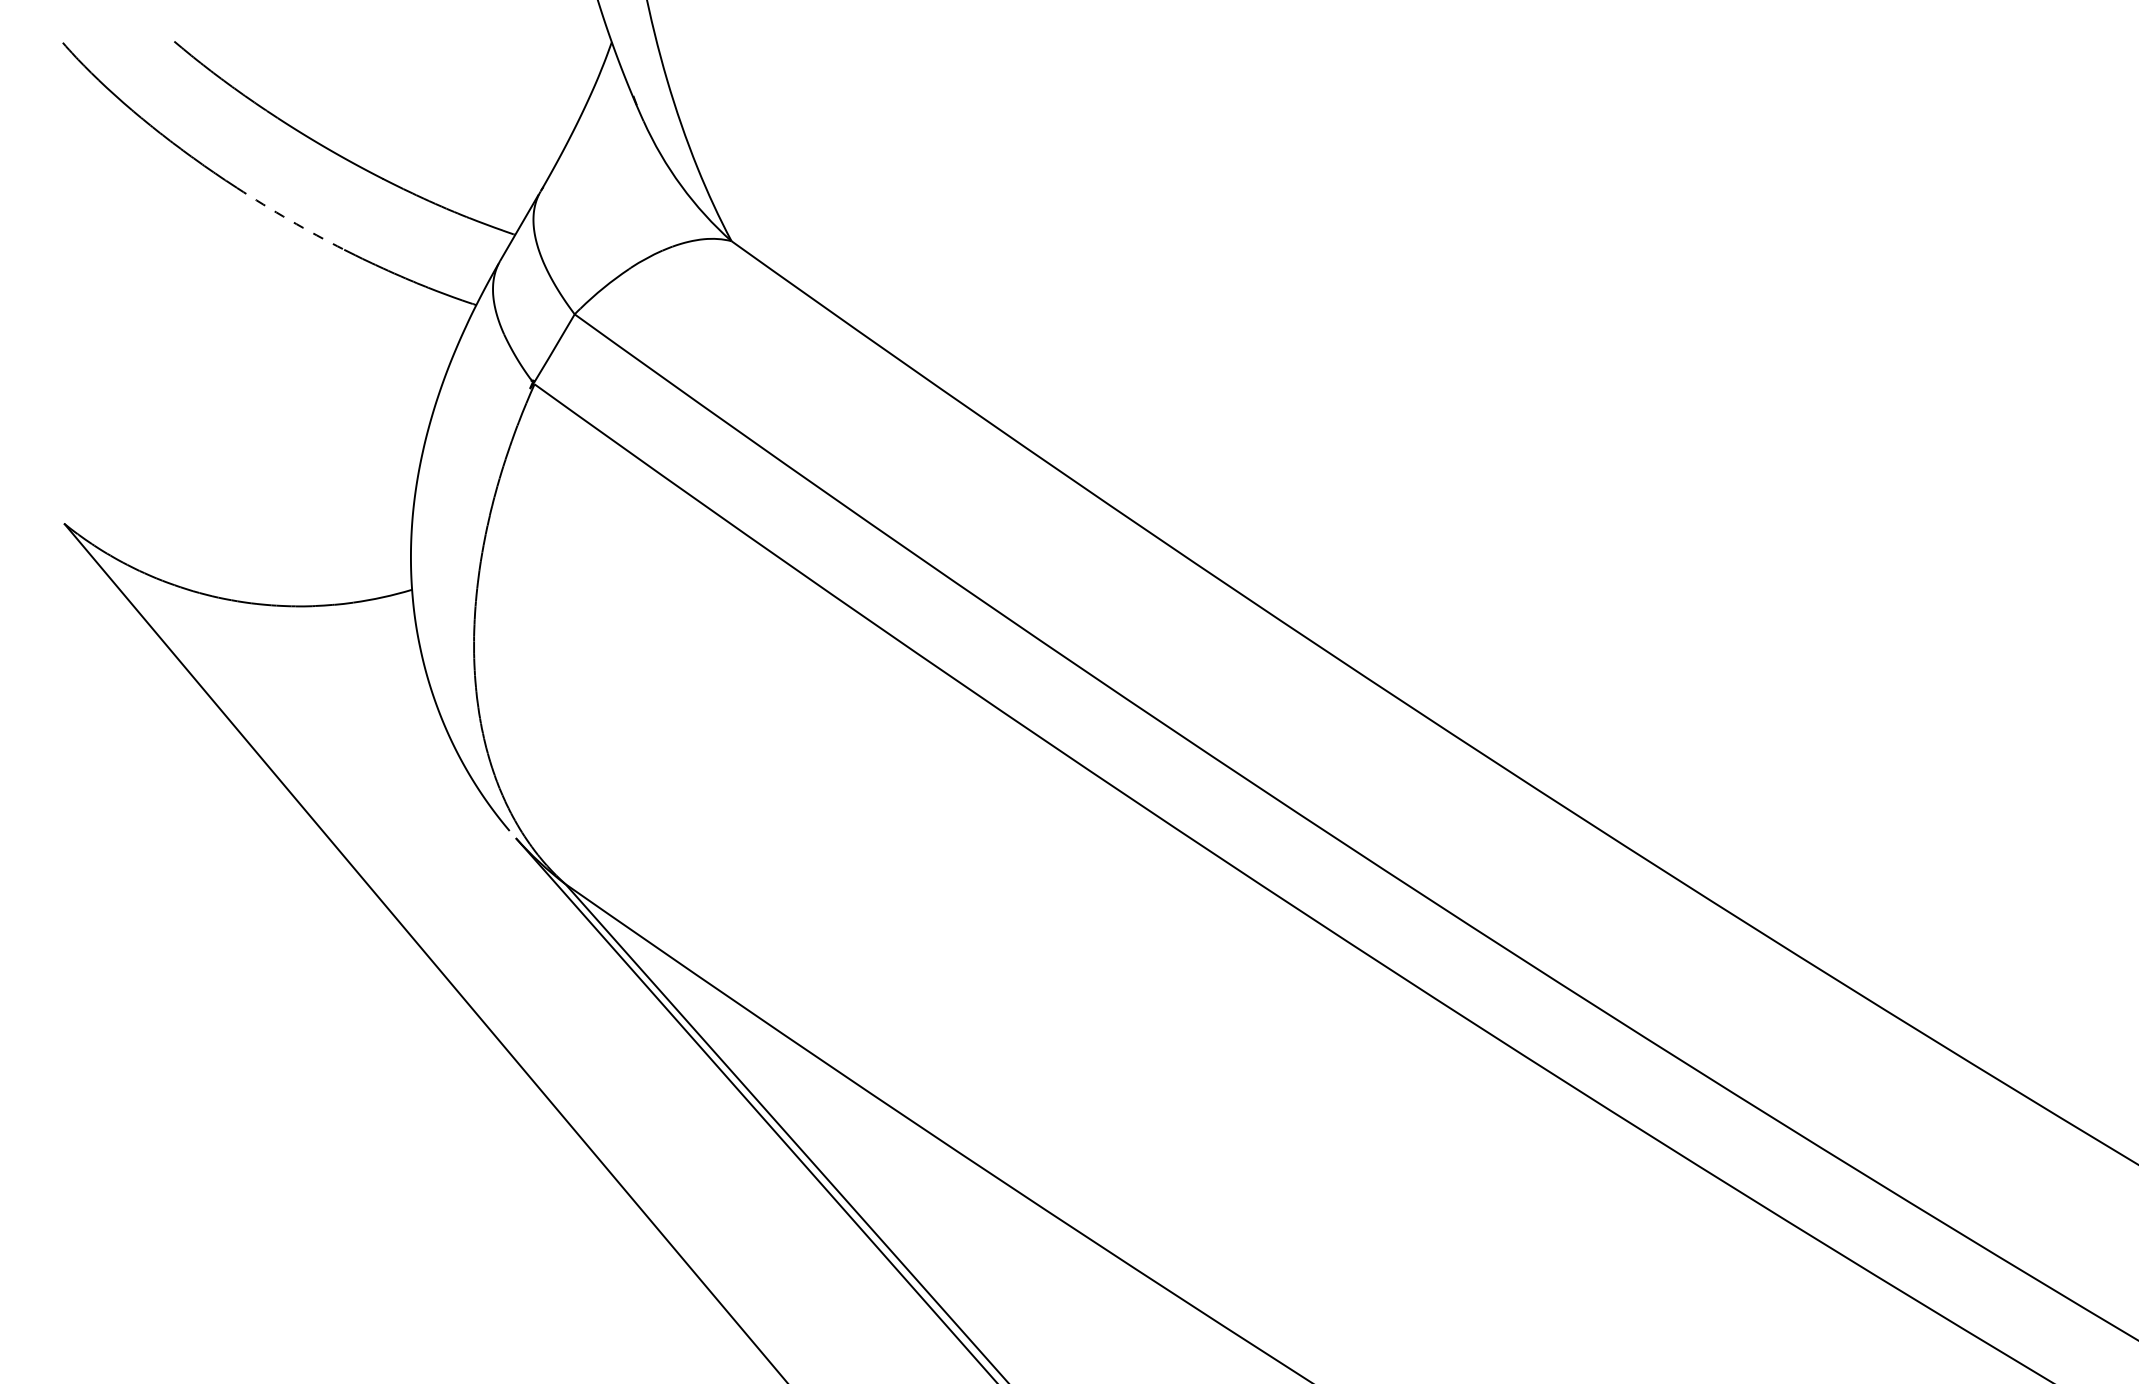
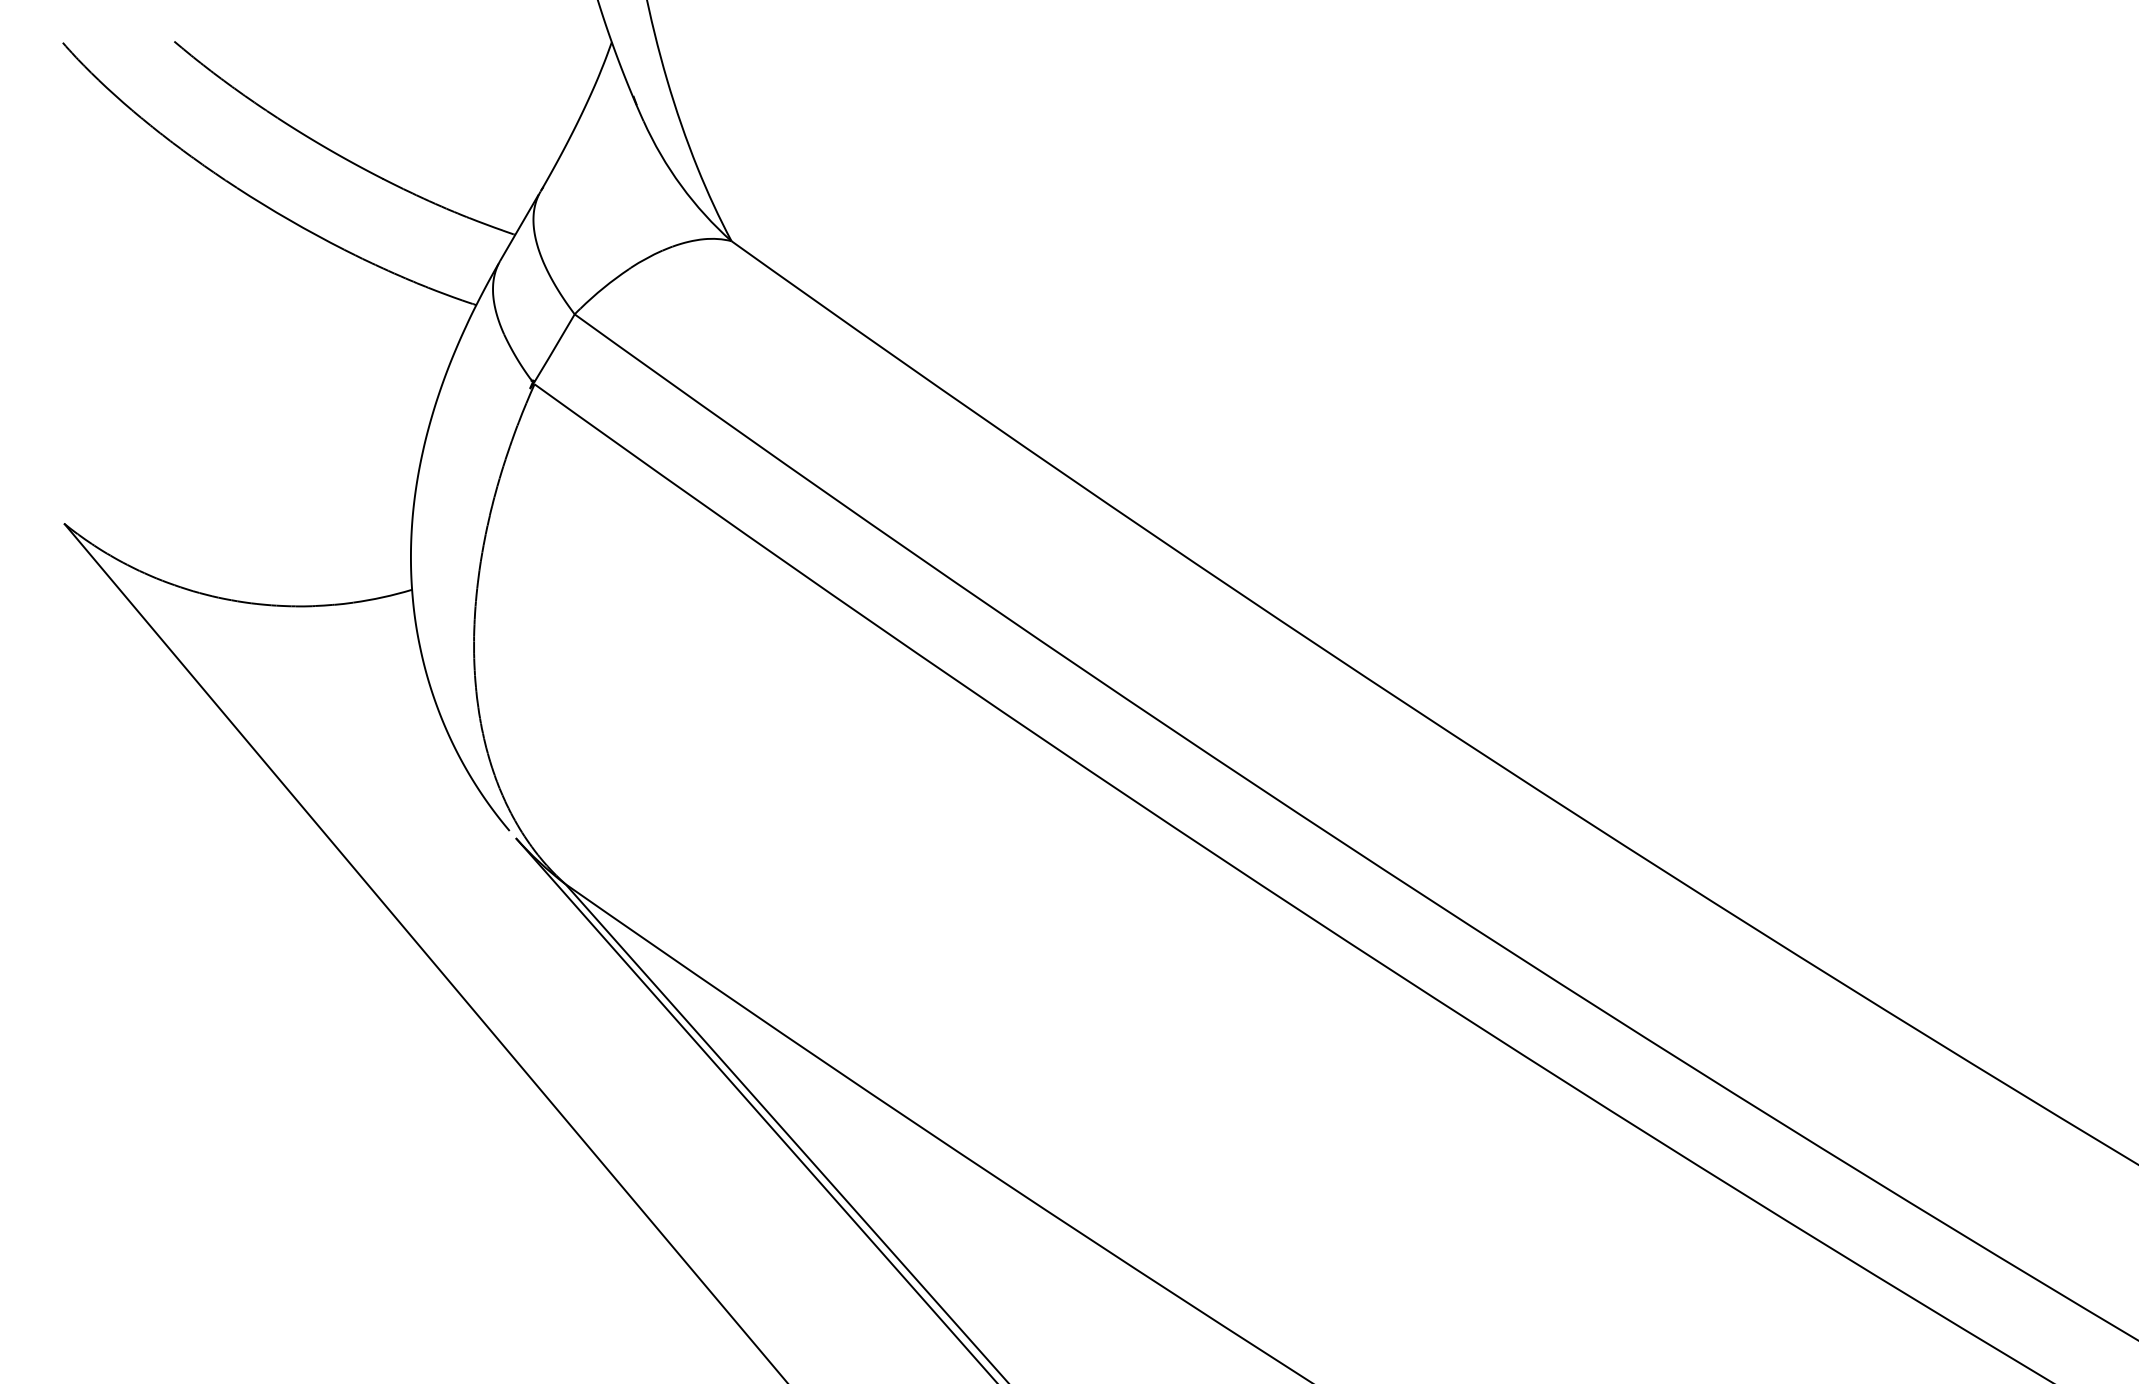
arc at (289, 220): dashed -> solid
